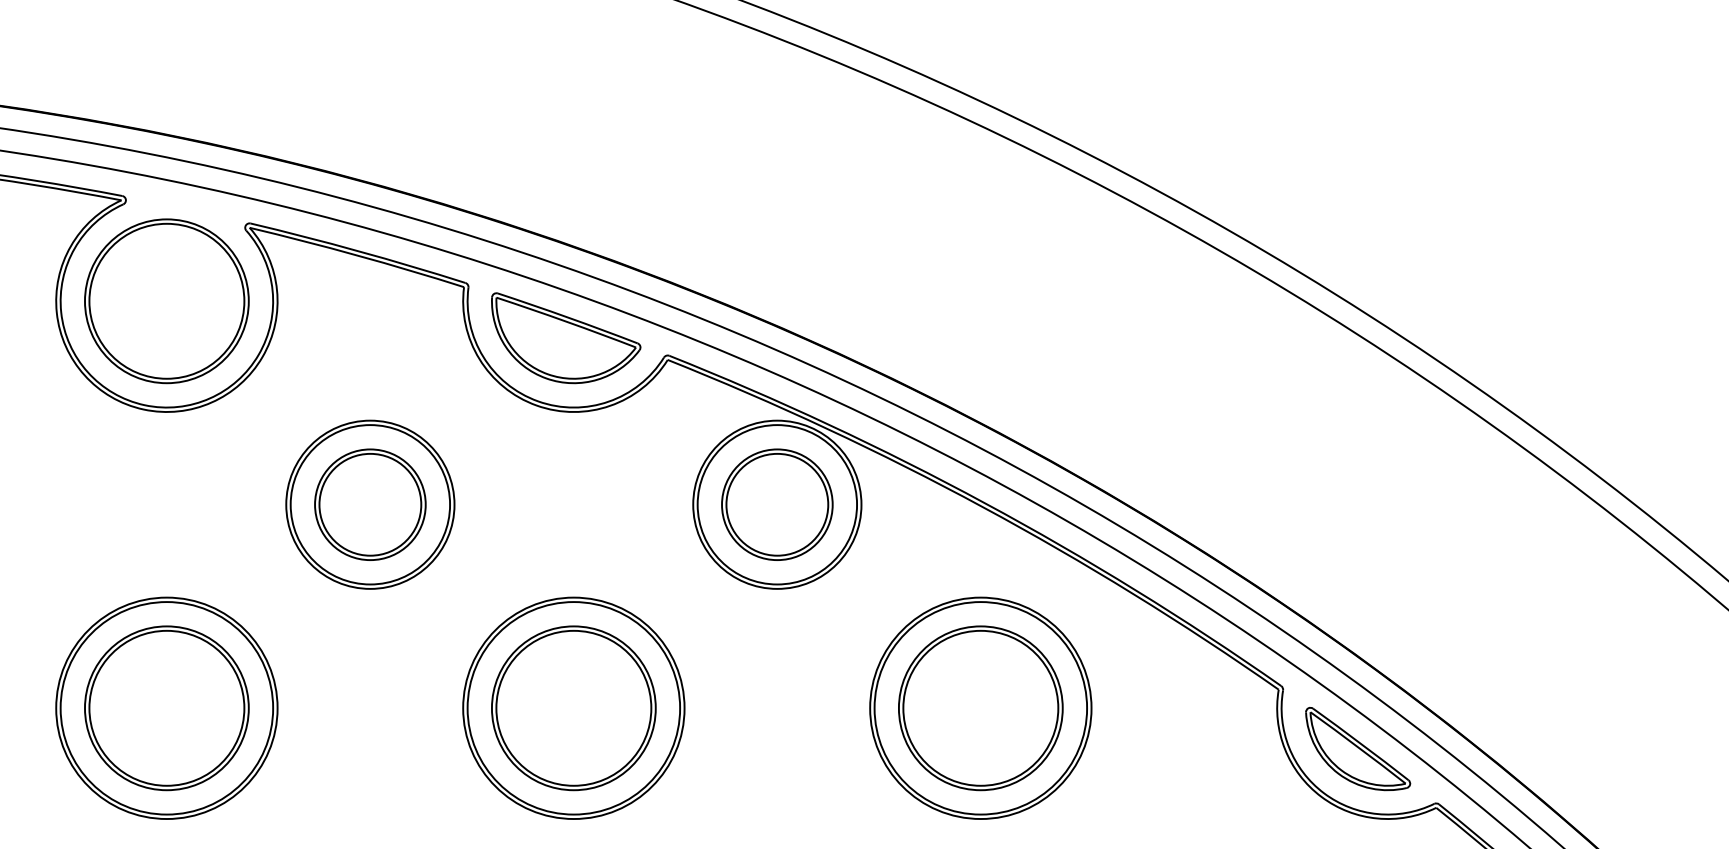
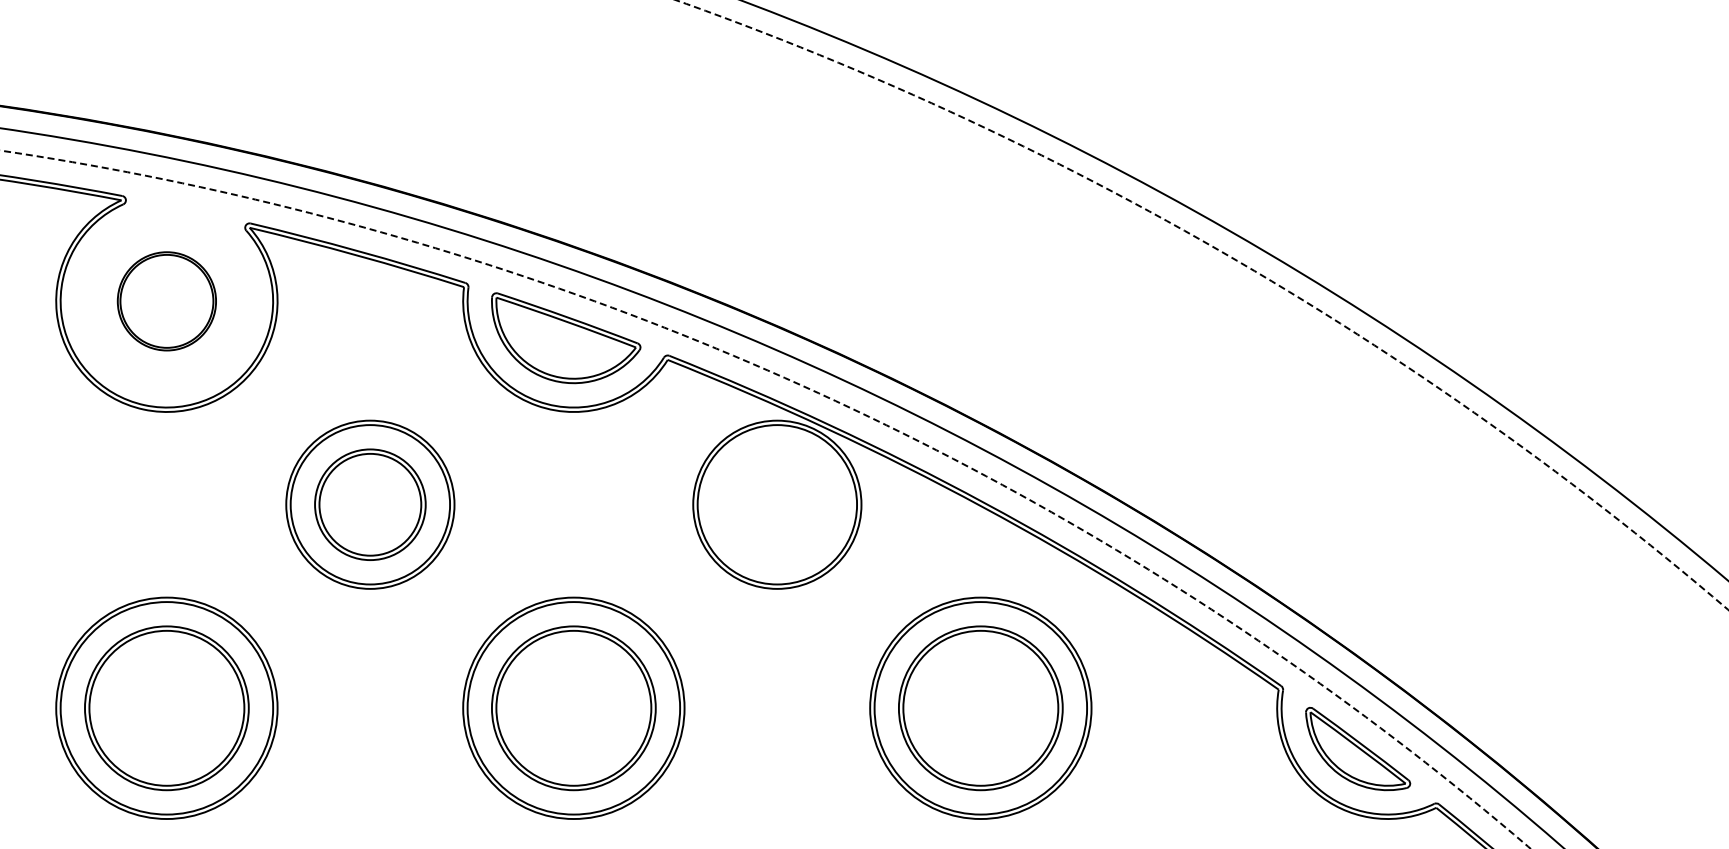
arc at (1230, 256): solid -> dashed
part at (166, 301) size: 166x167 px -> 101x101 px
arc at (814, 391): solid -> dashed
part at (777, 504): present -> none
